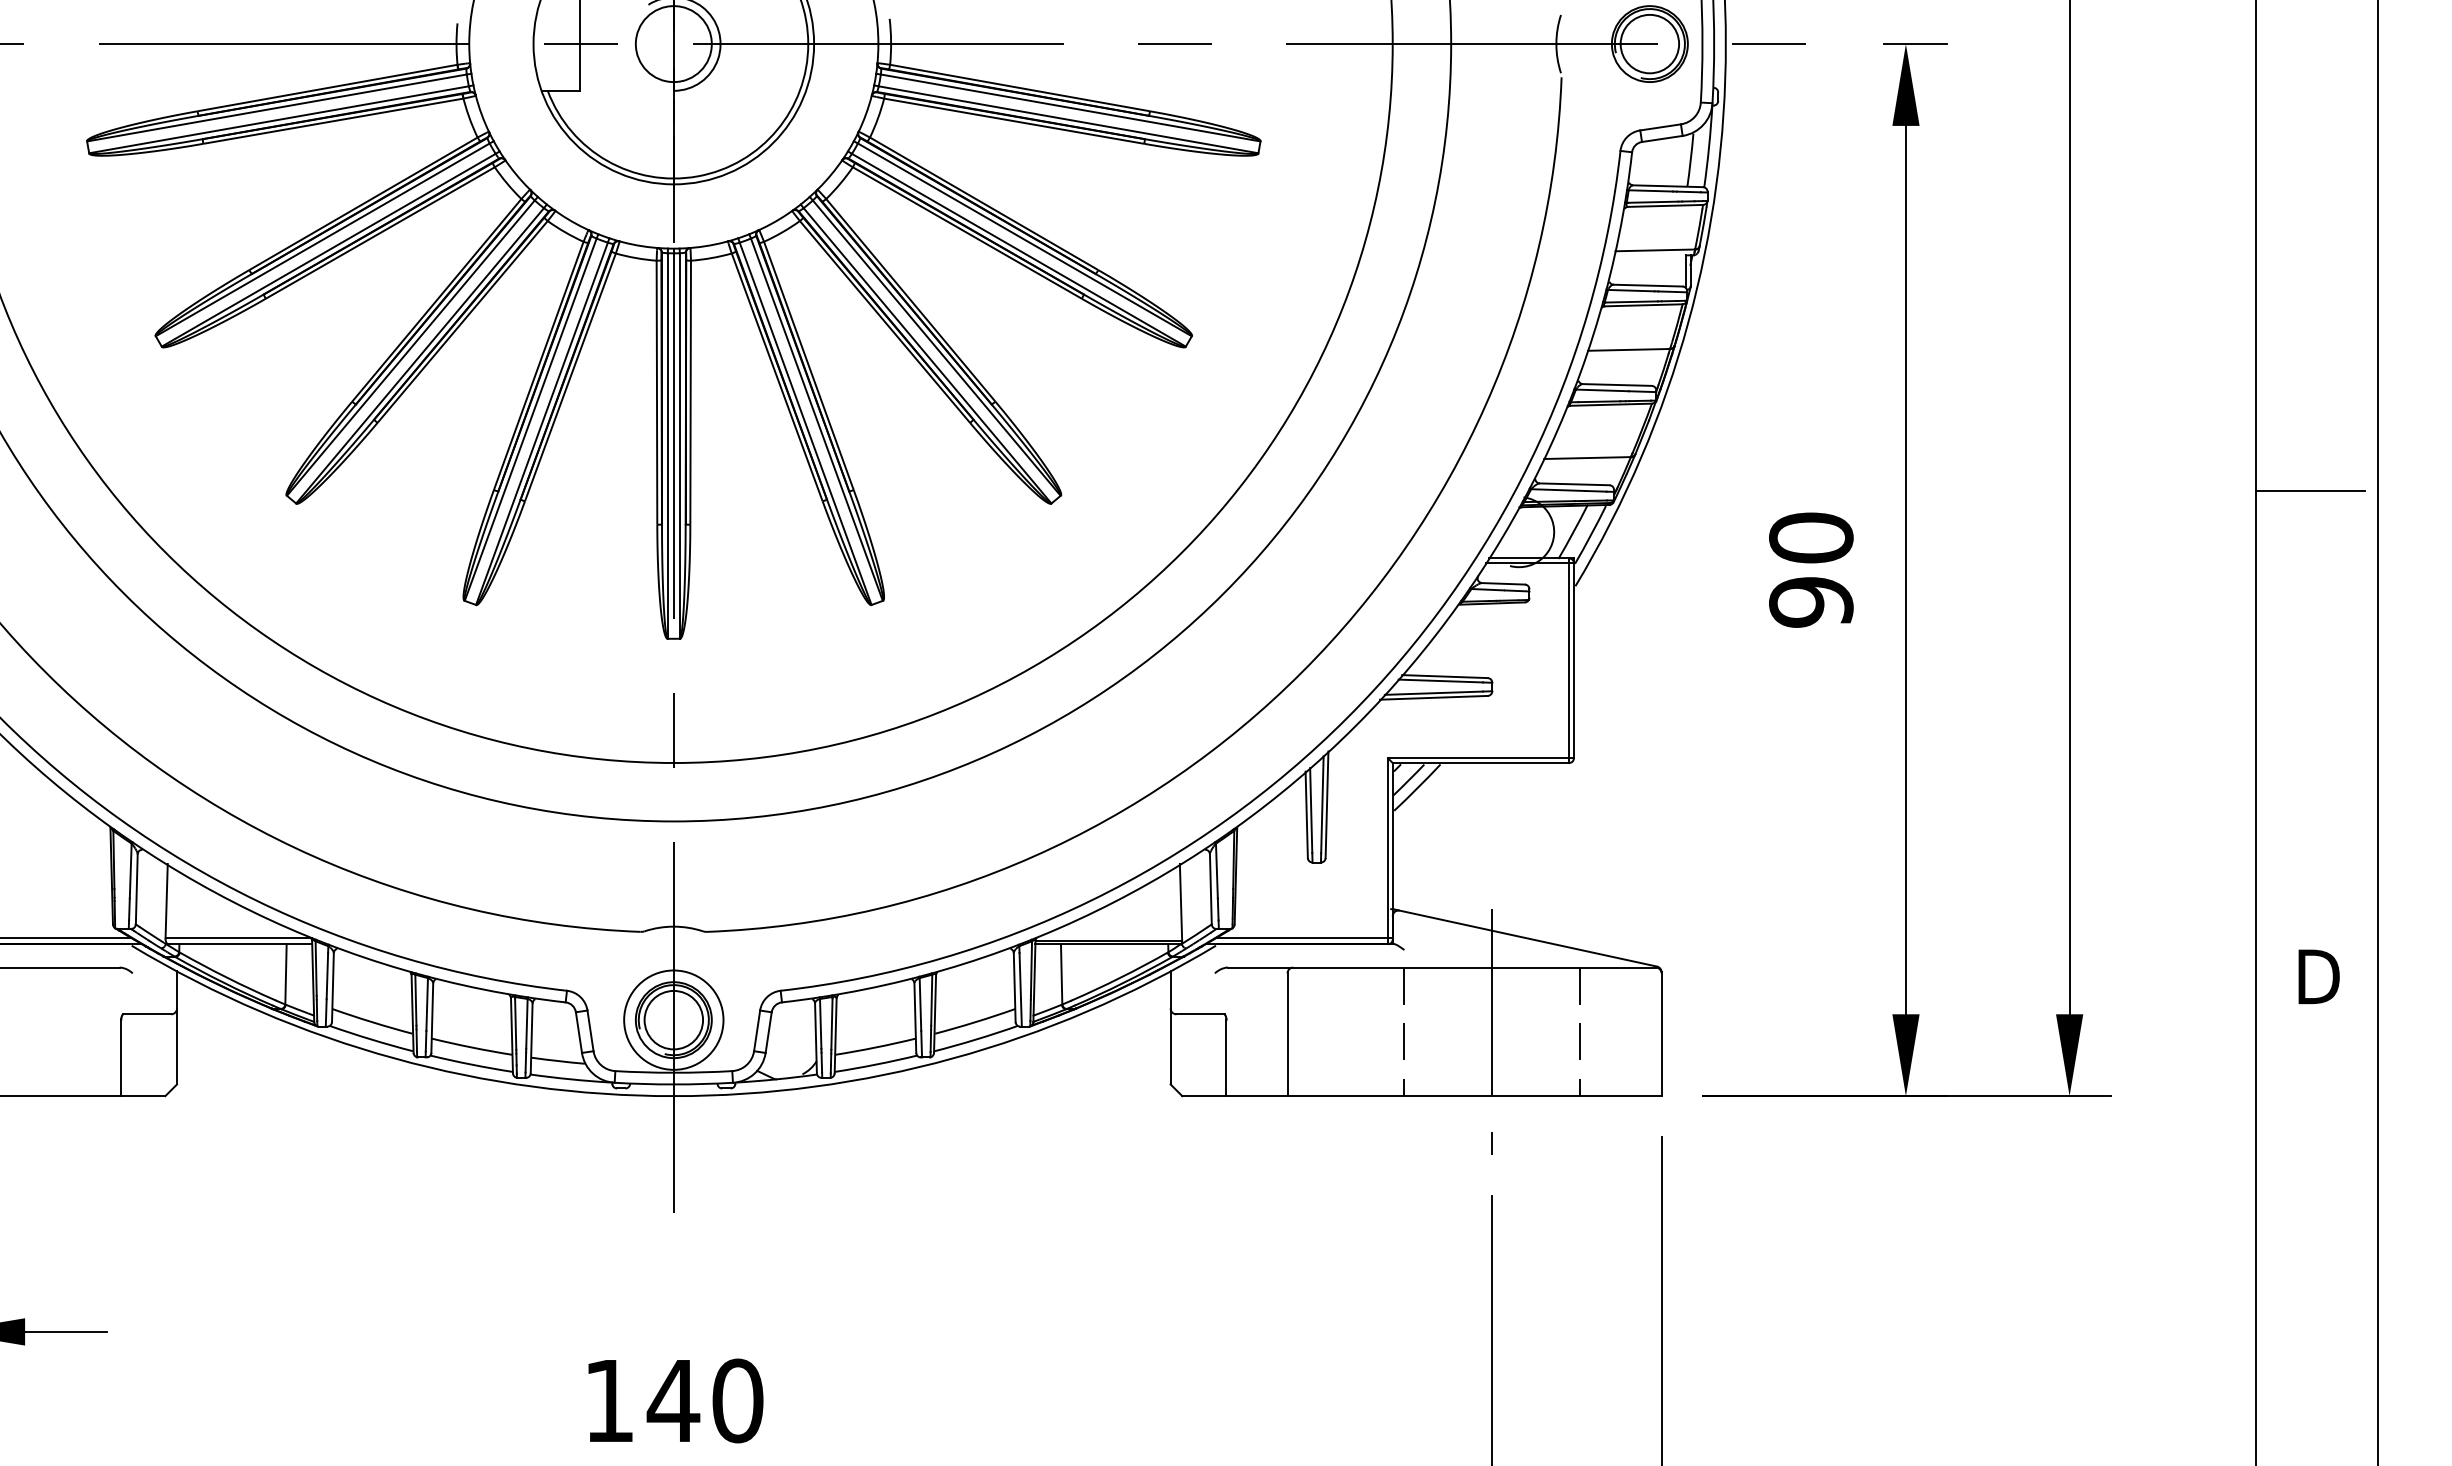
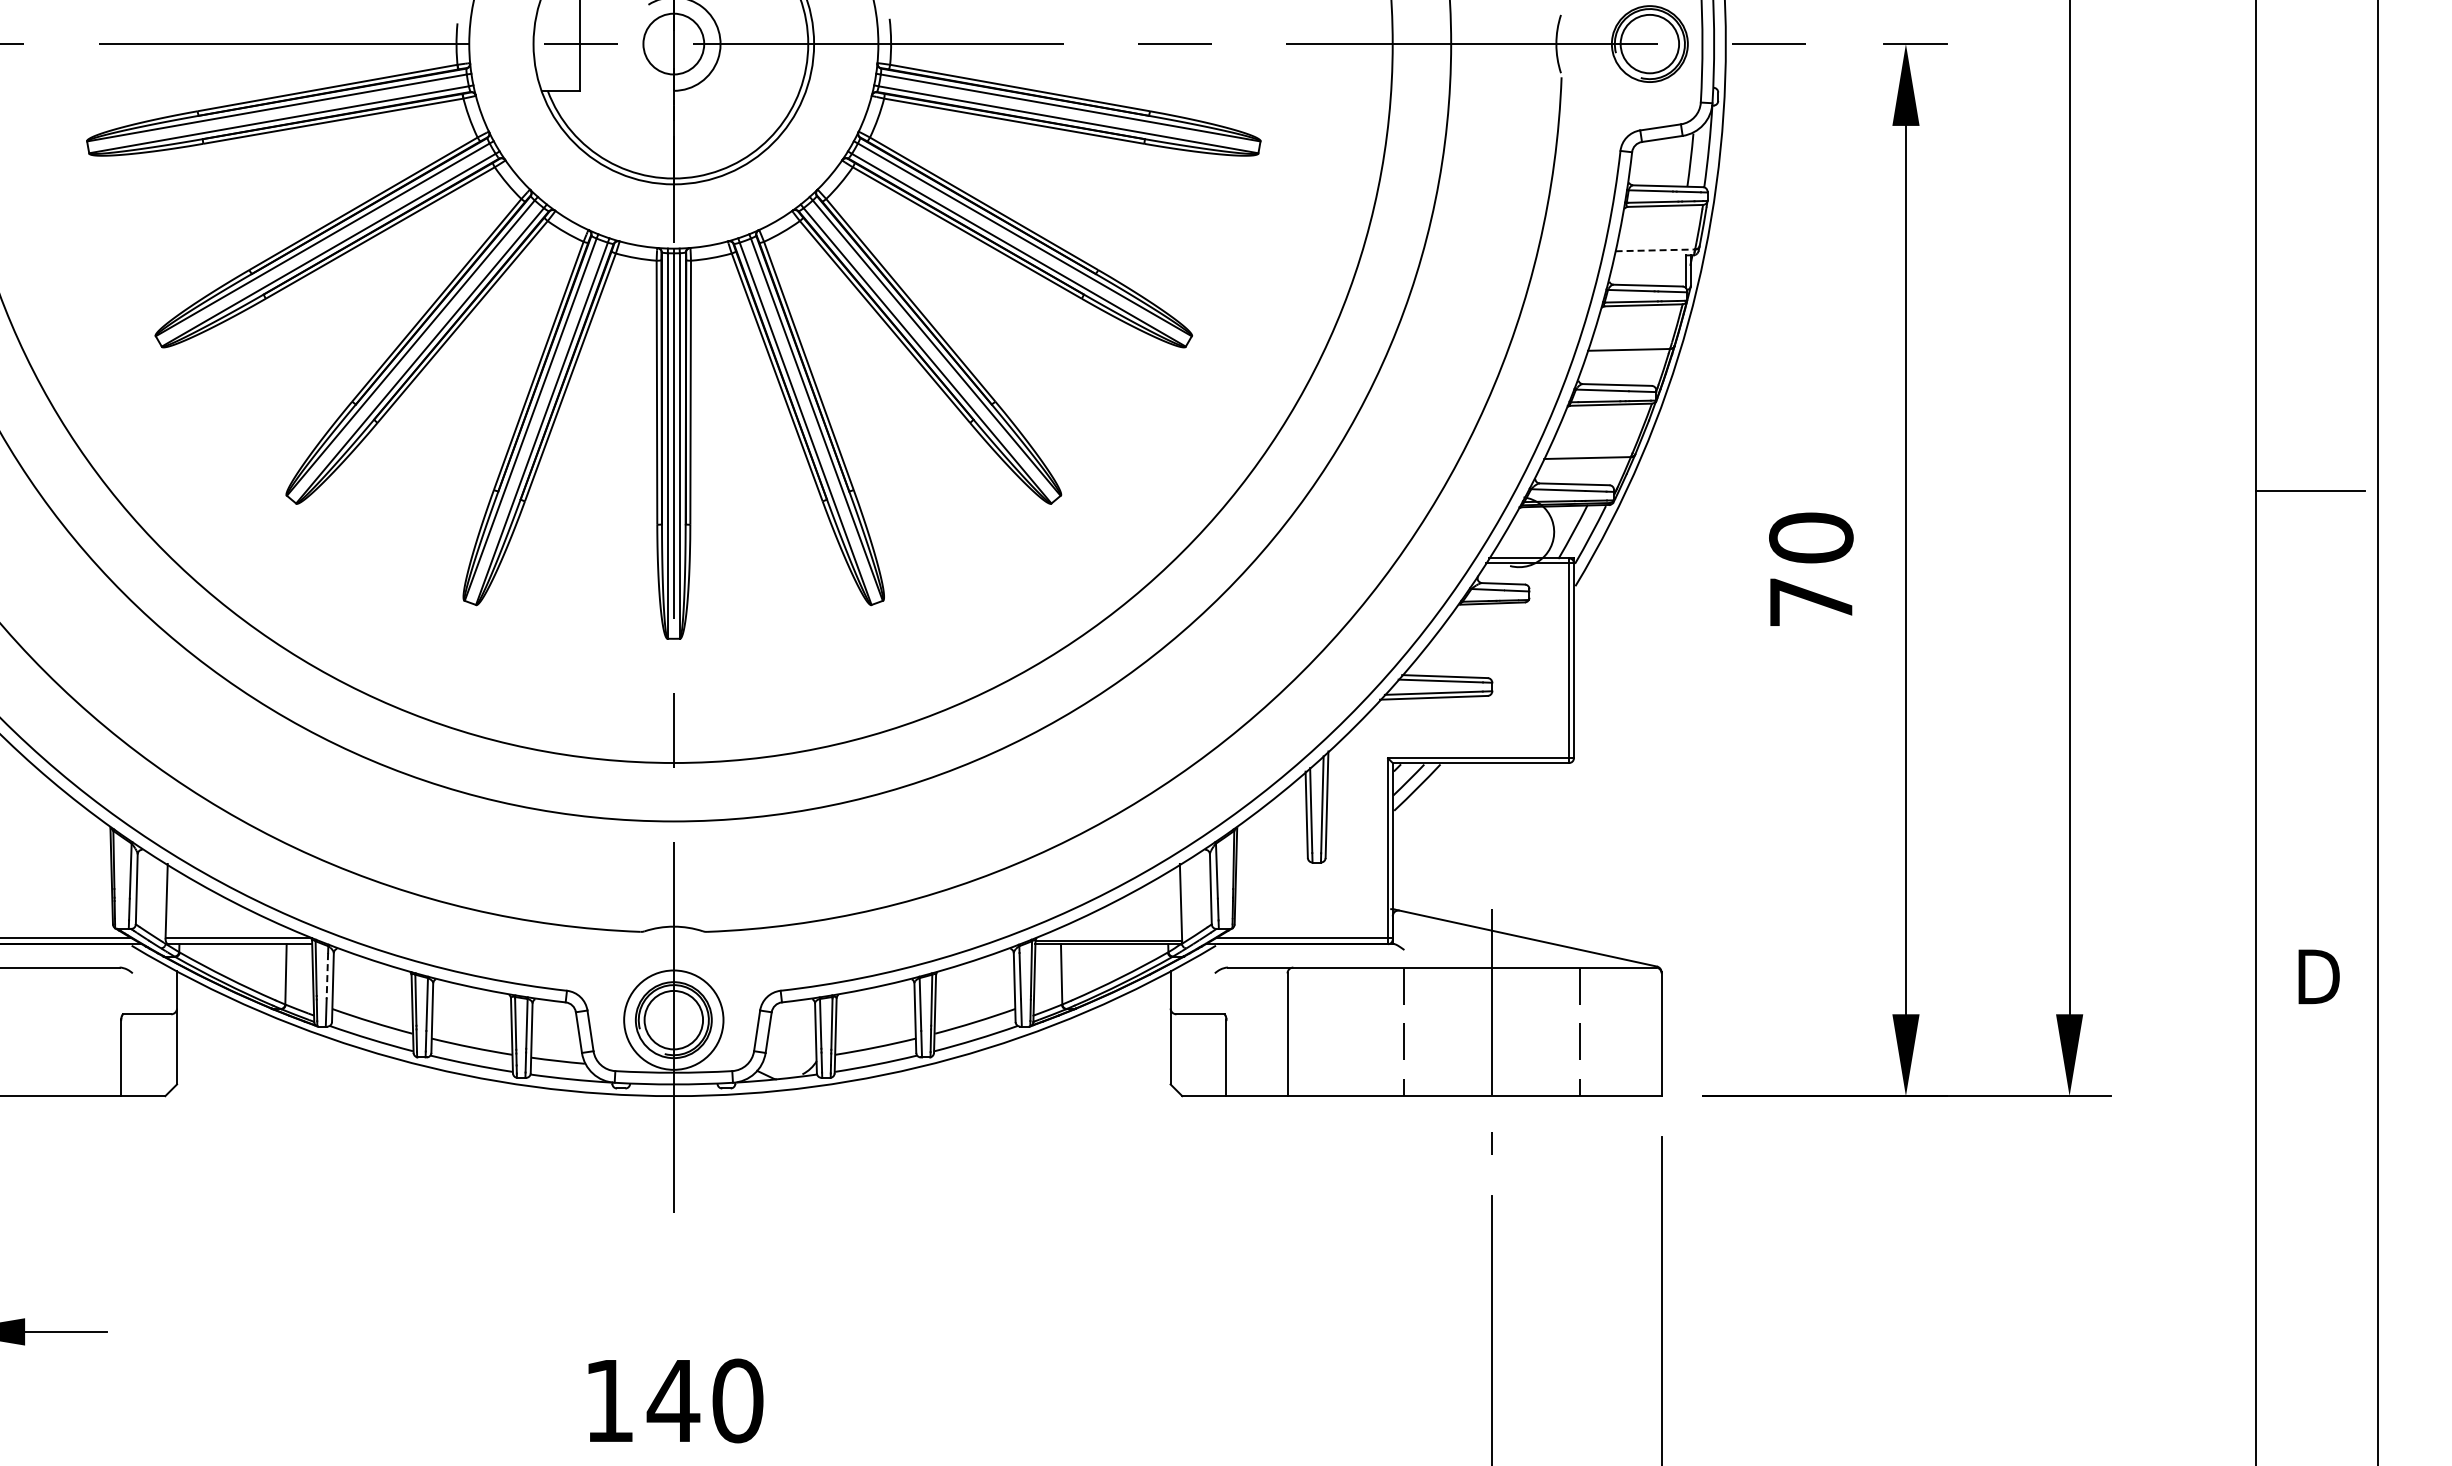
circle at (673, 44) diameter: 76 px -> 61 px
line at (1655, 250): solid -> dashed
text at (1811, 602): 90 -> 70
line at (327, 976): solid -> dashed
